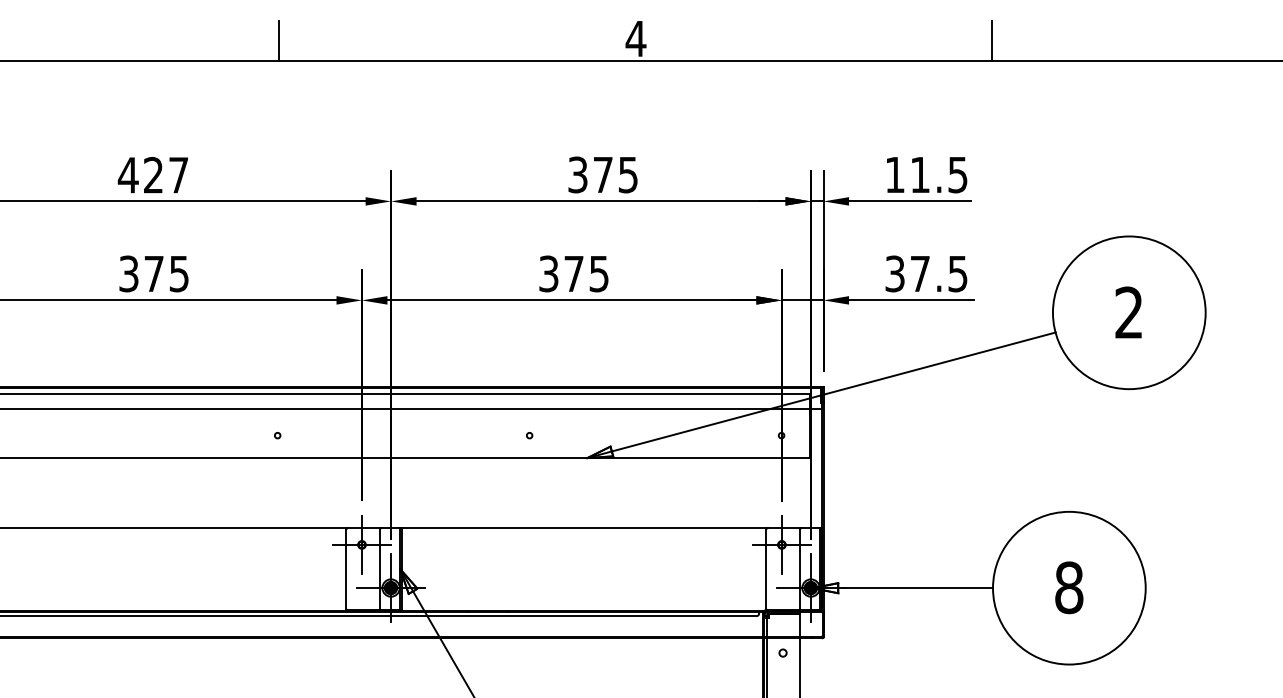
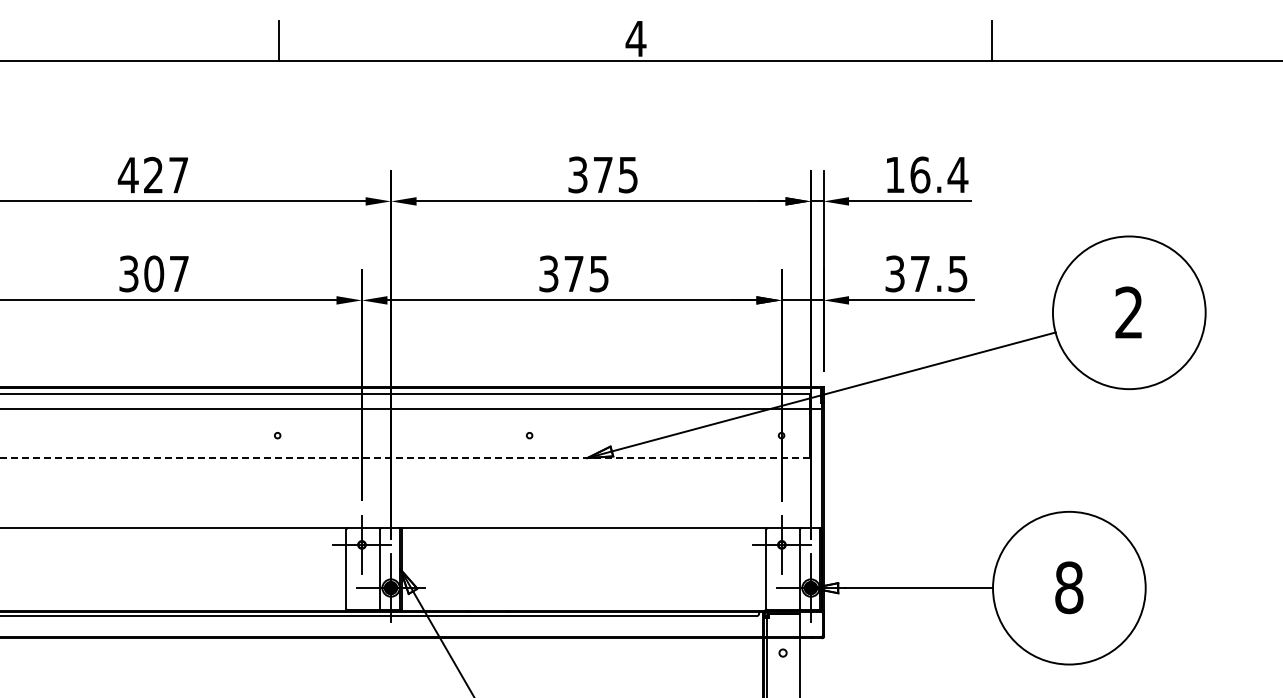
text at (939, 174): 11.5 -> 16.4
text at (166, 273): 375 -> 307
line at (405, 458): solid -> dashed
